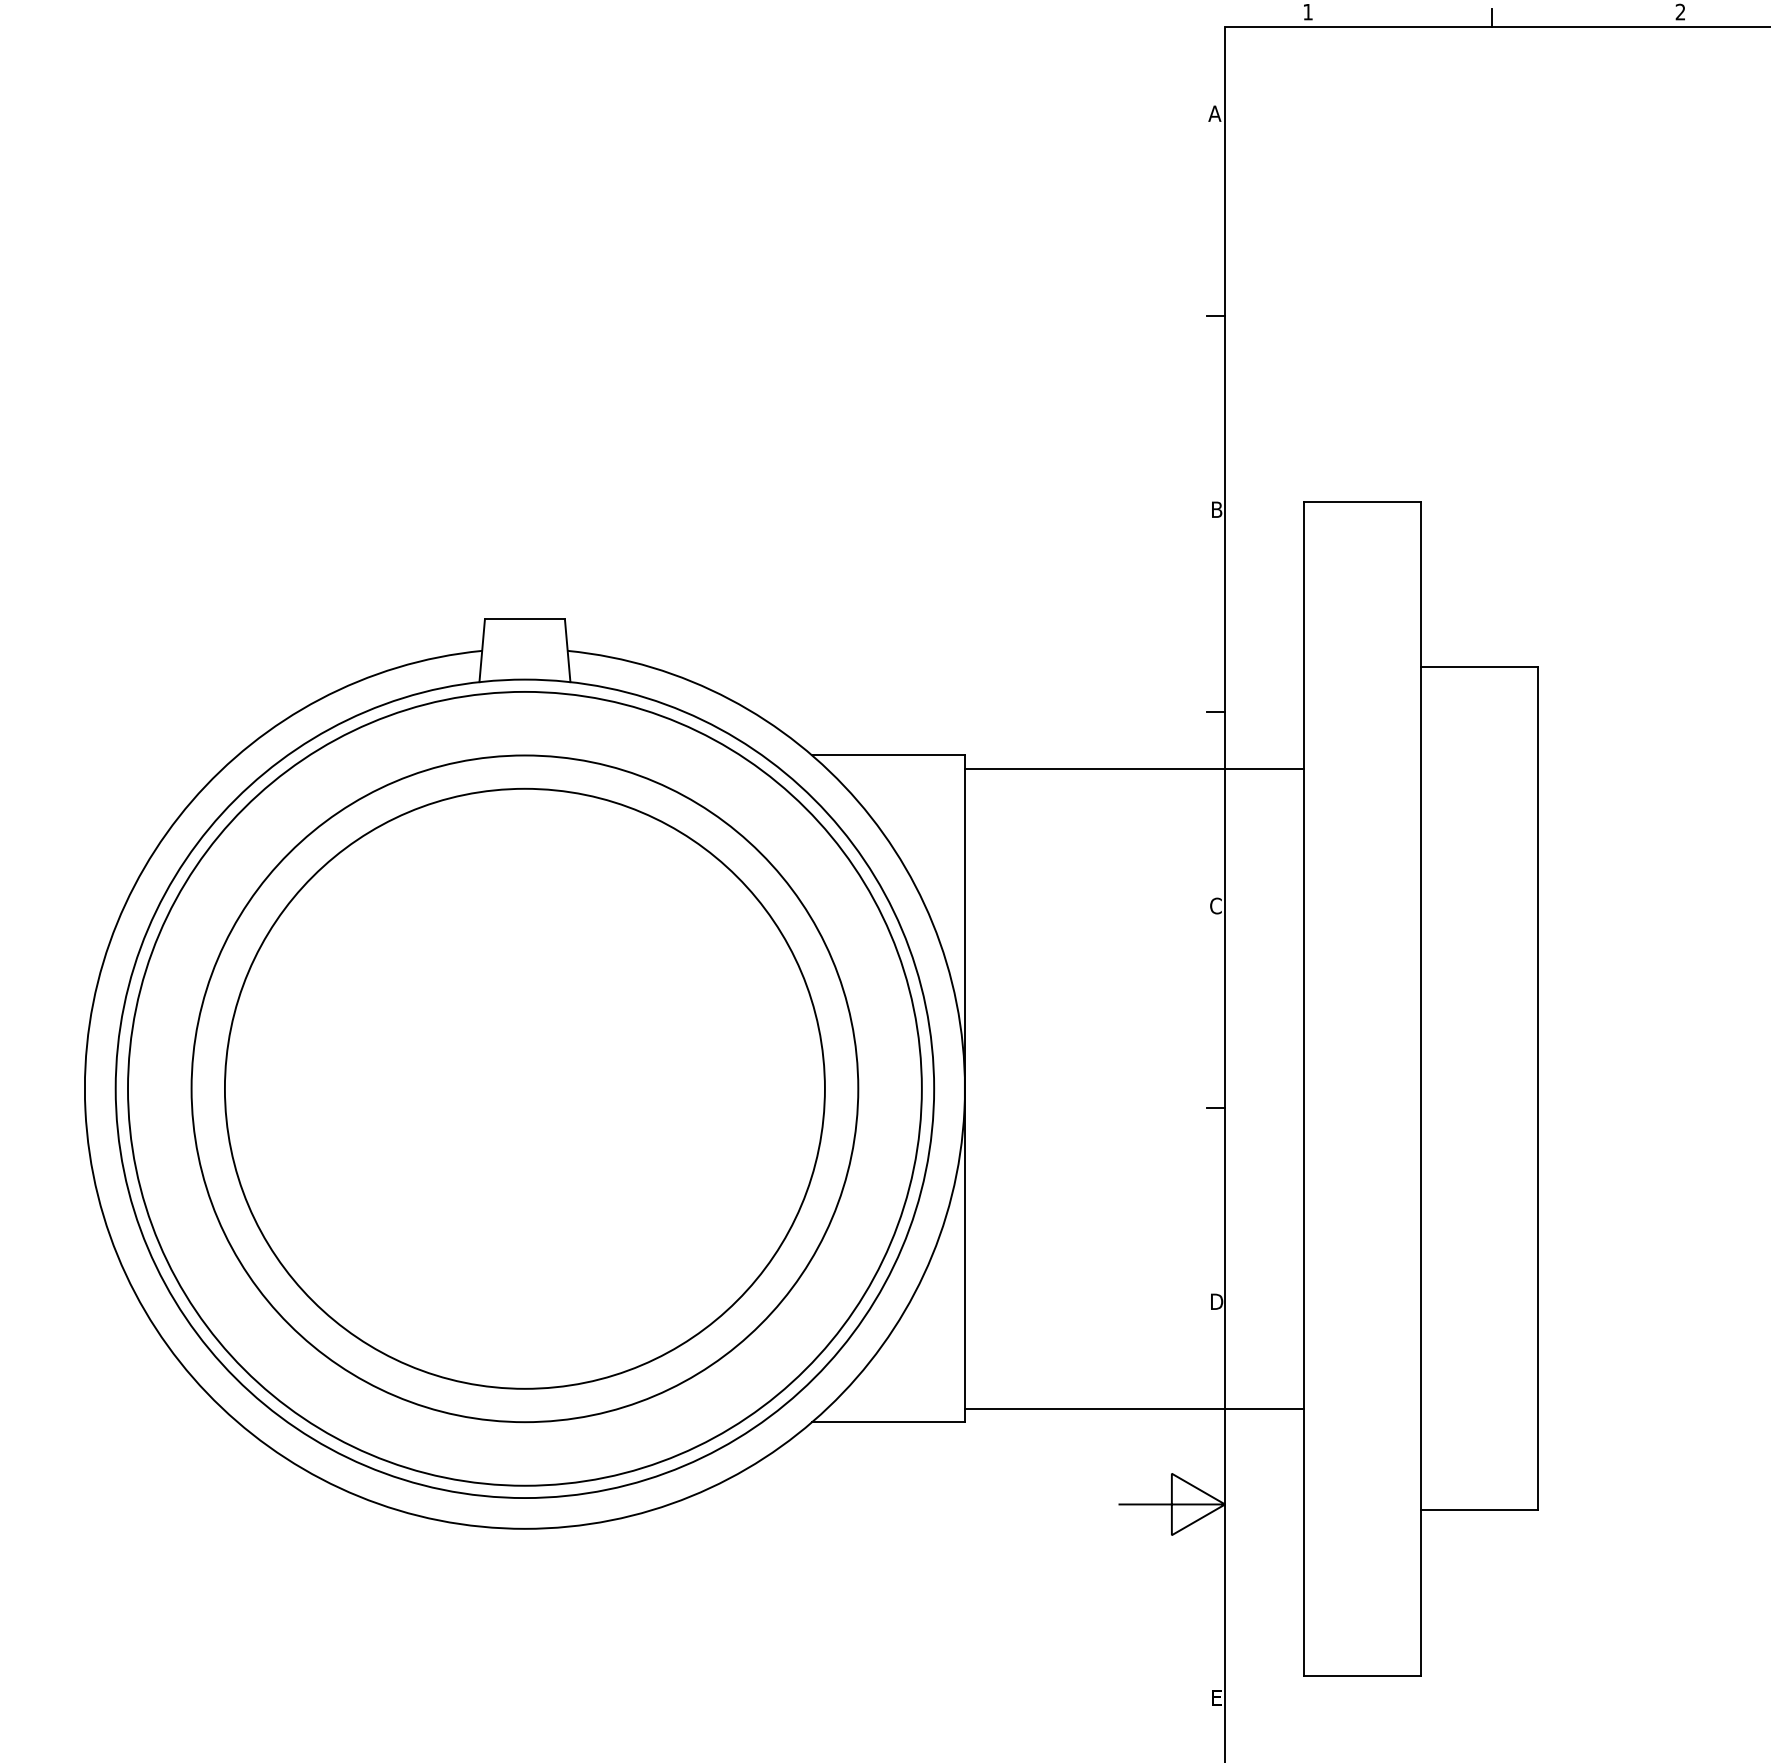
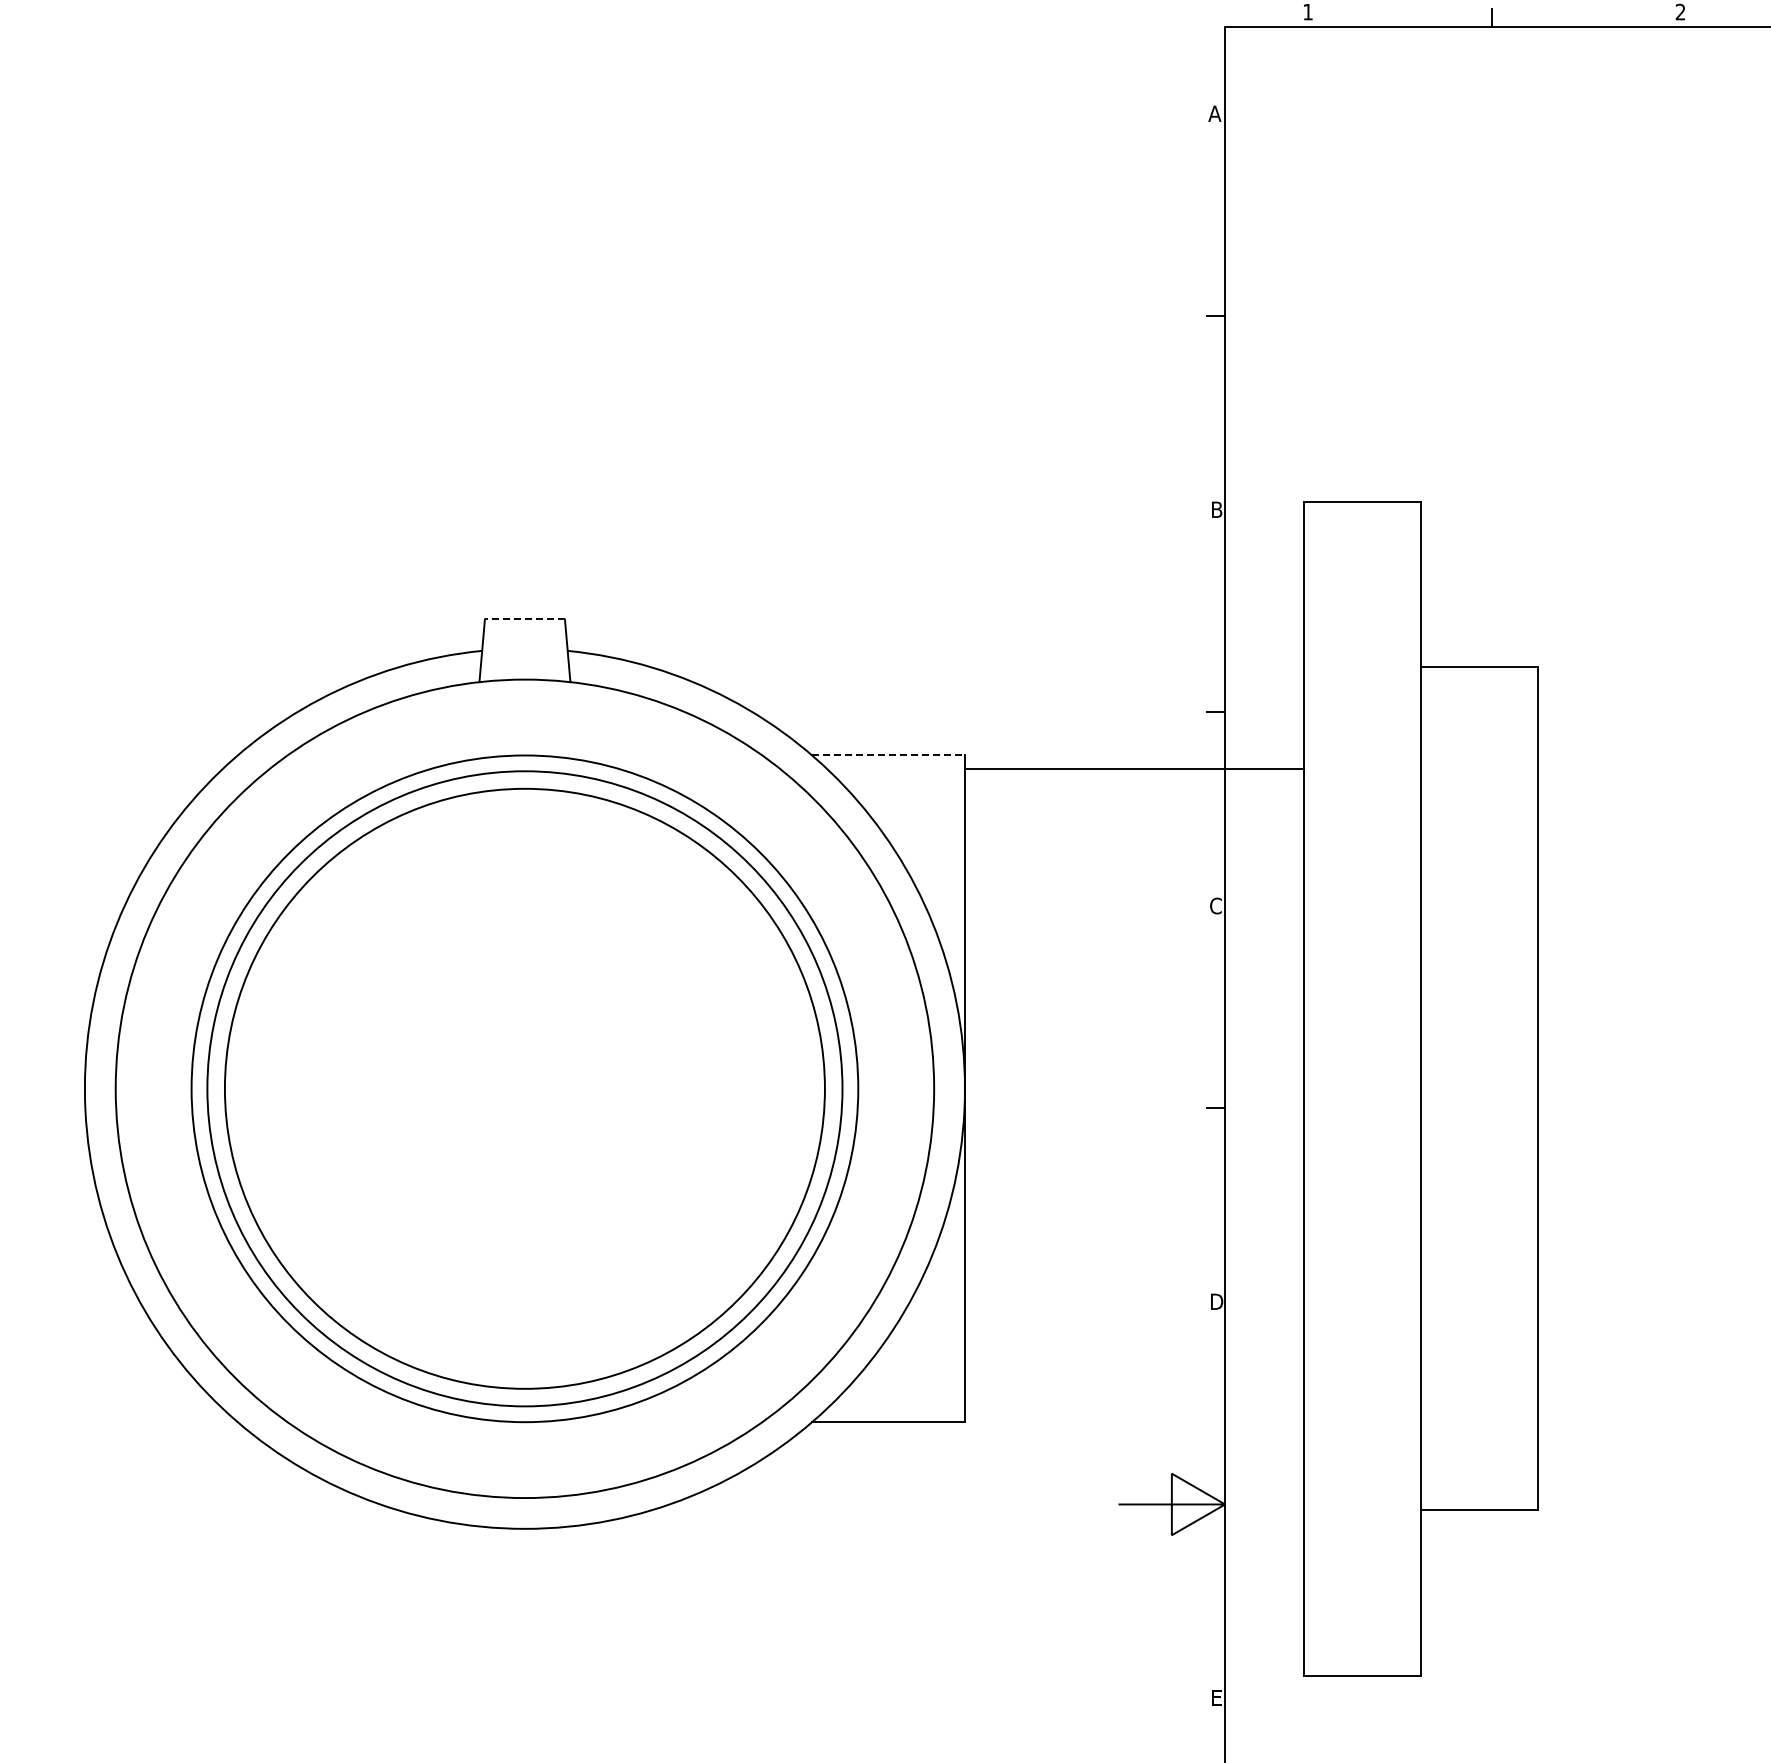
line at (524, 619): solid -> dashed
line at (889, 755): solid -> dashed
circle at (524, 1088) diameter: 794 px -> 635 px
line at (1133, 1408): present -> none
